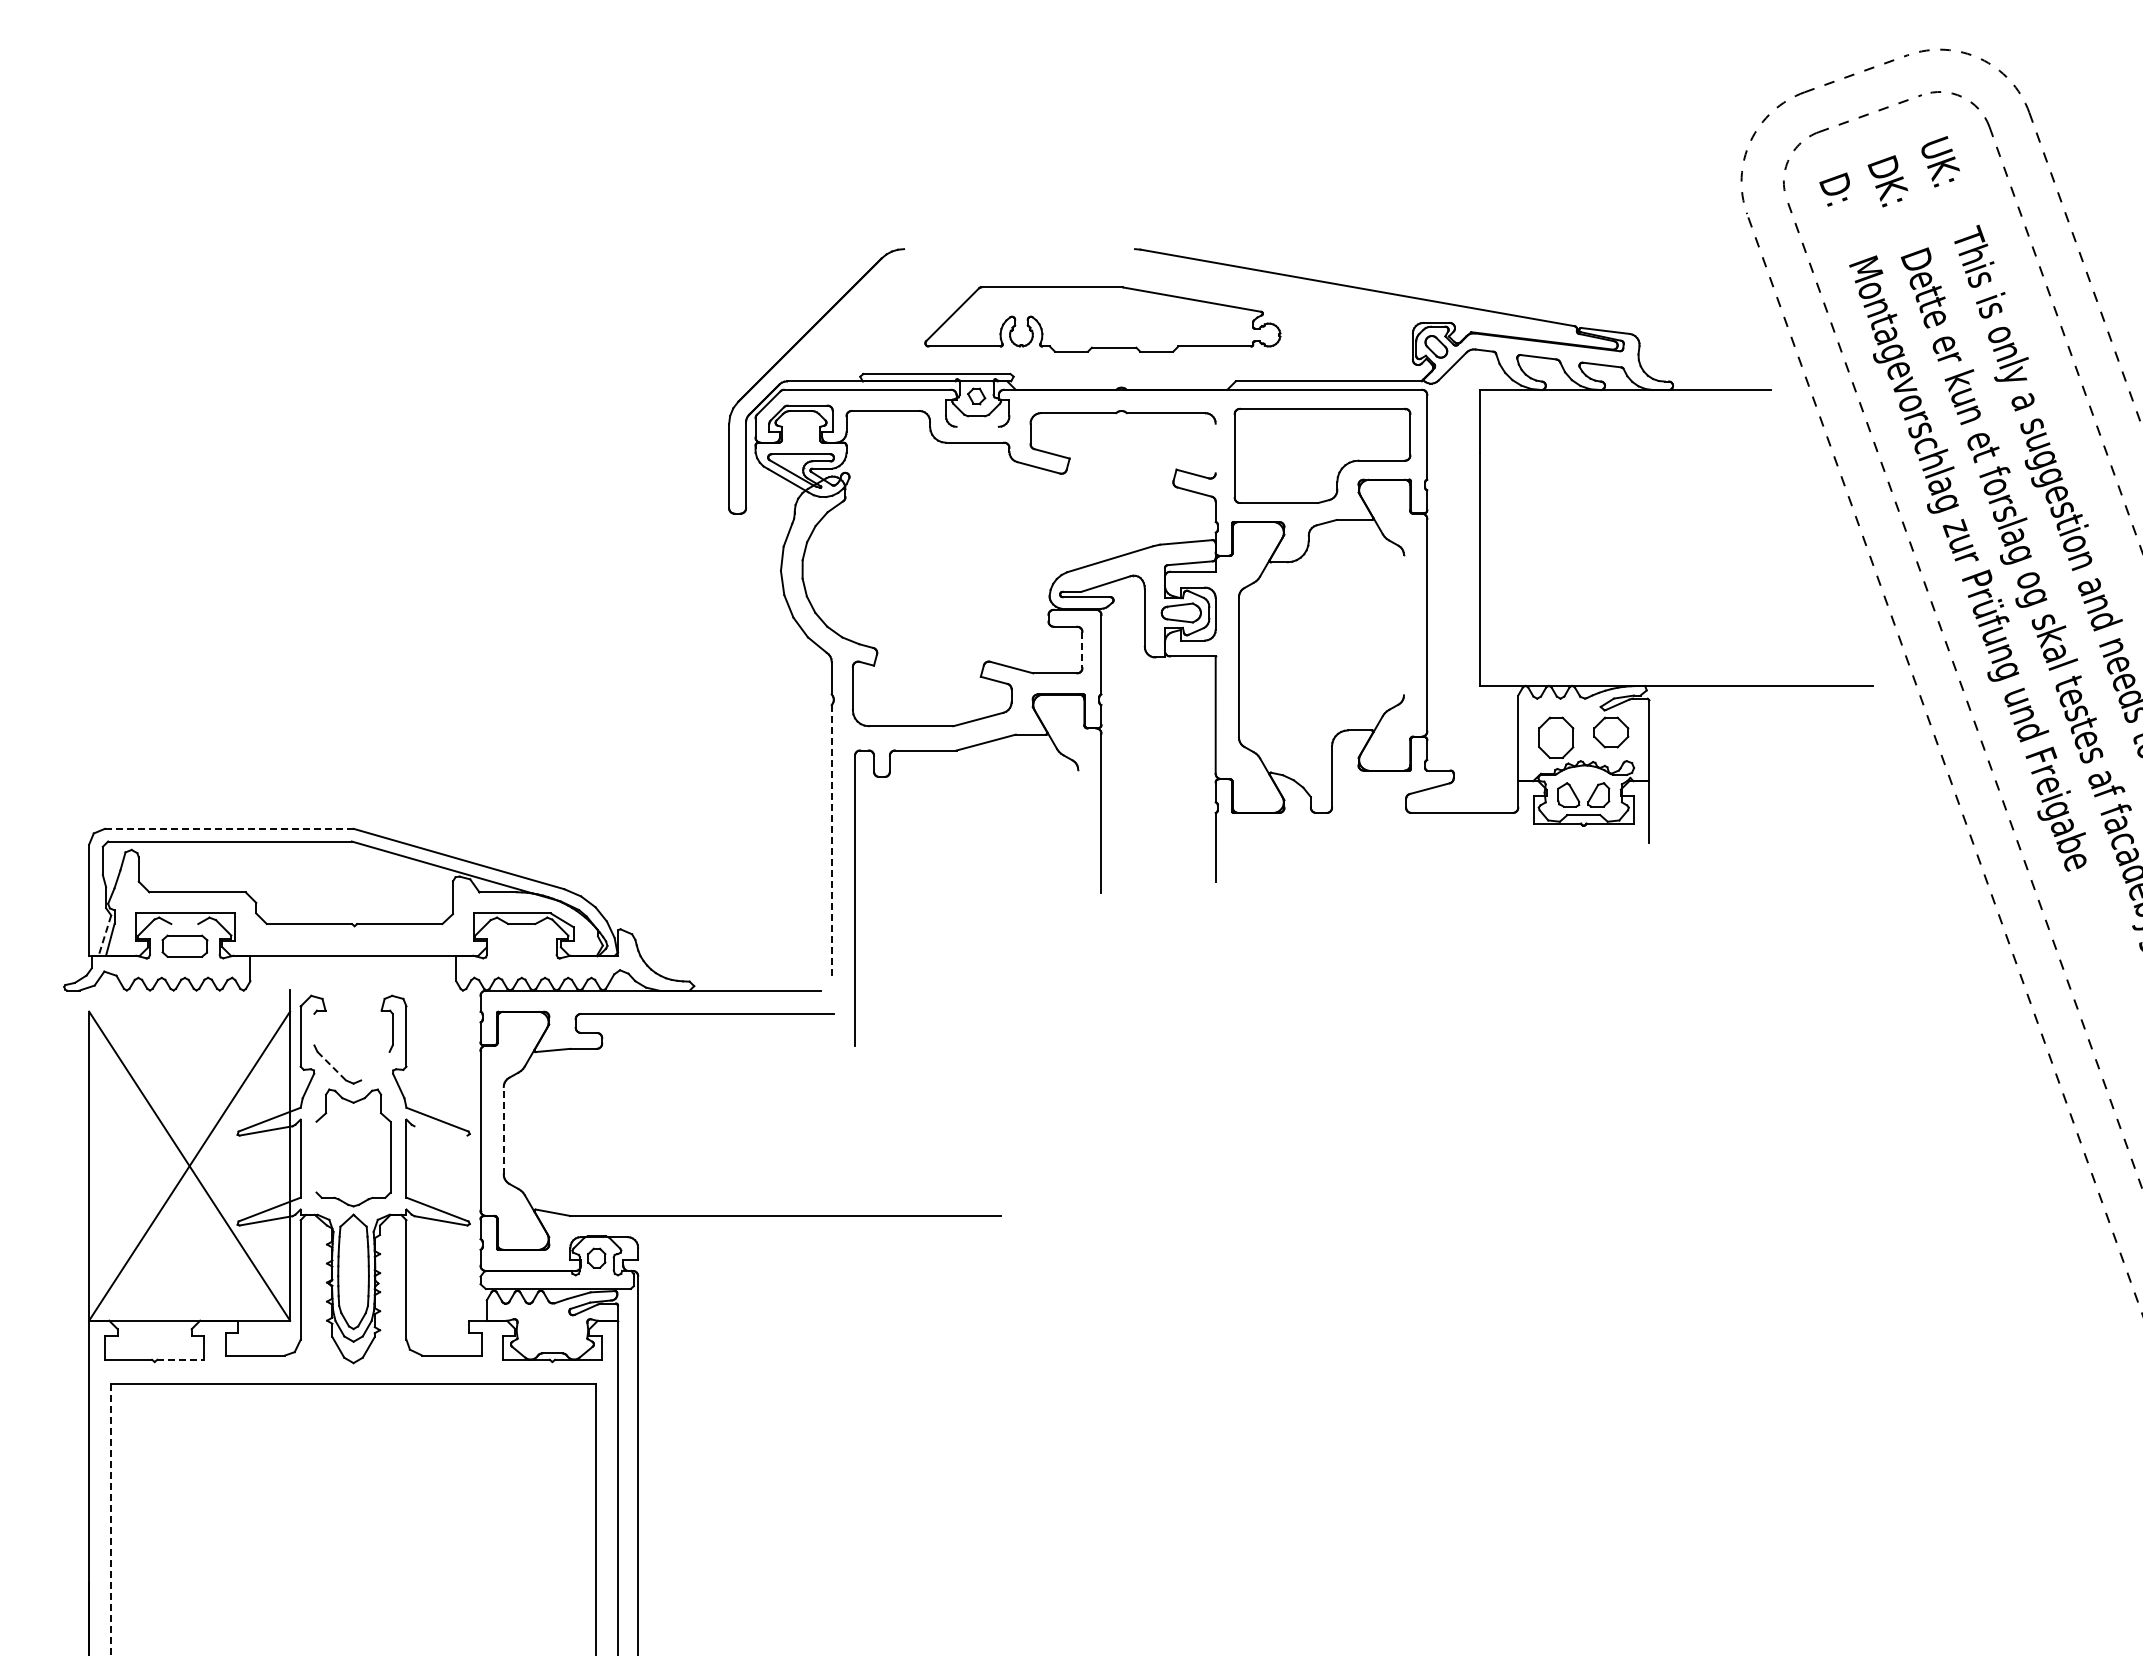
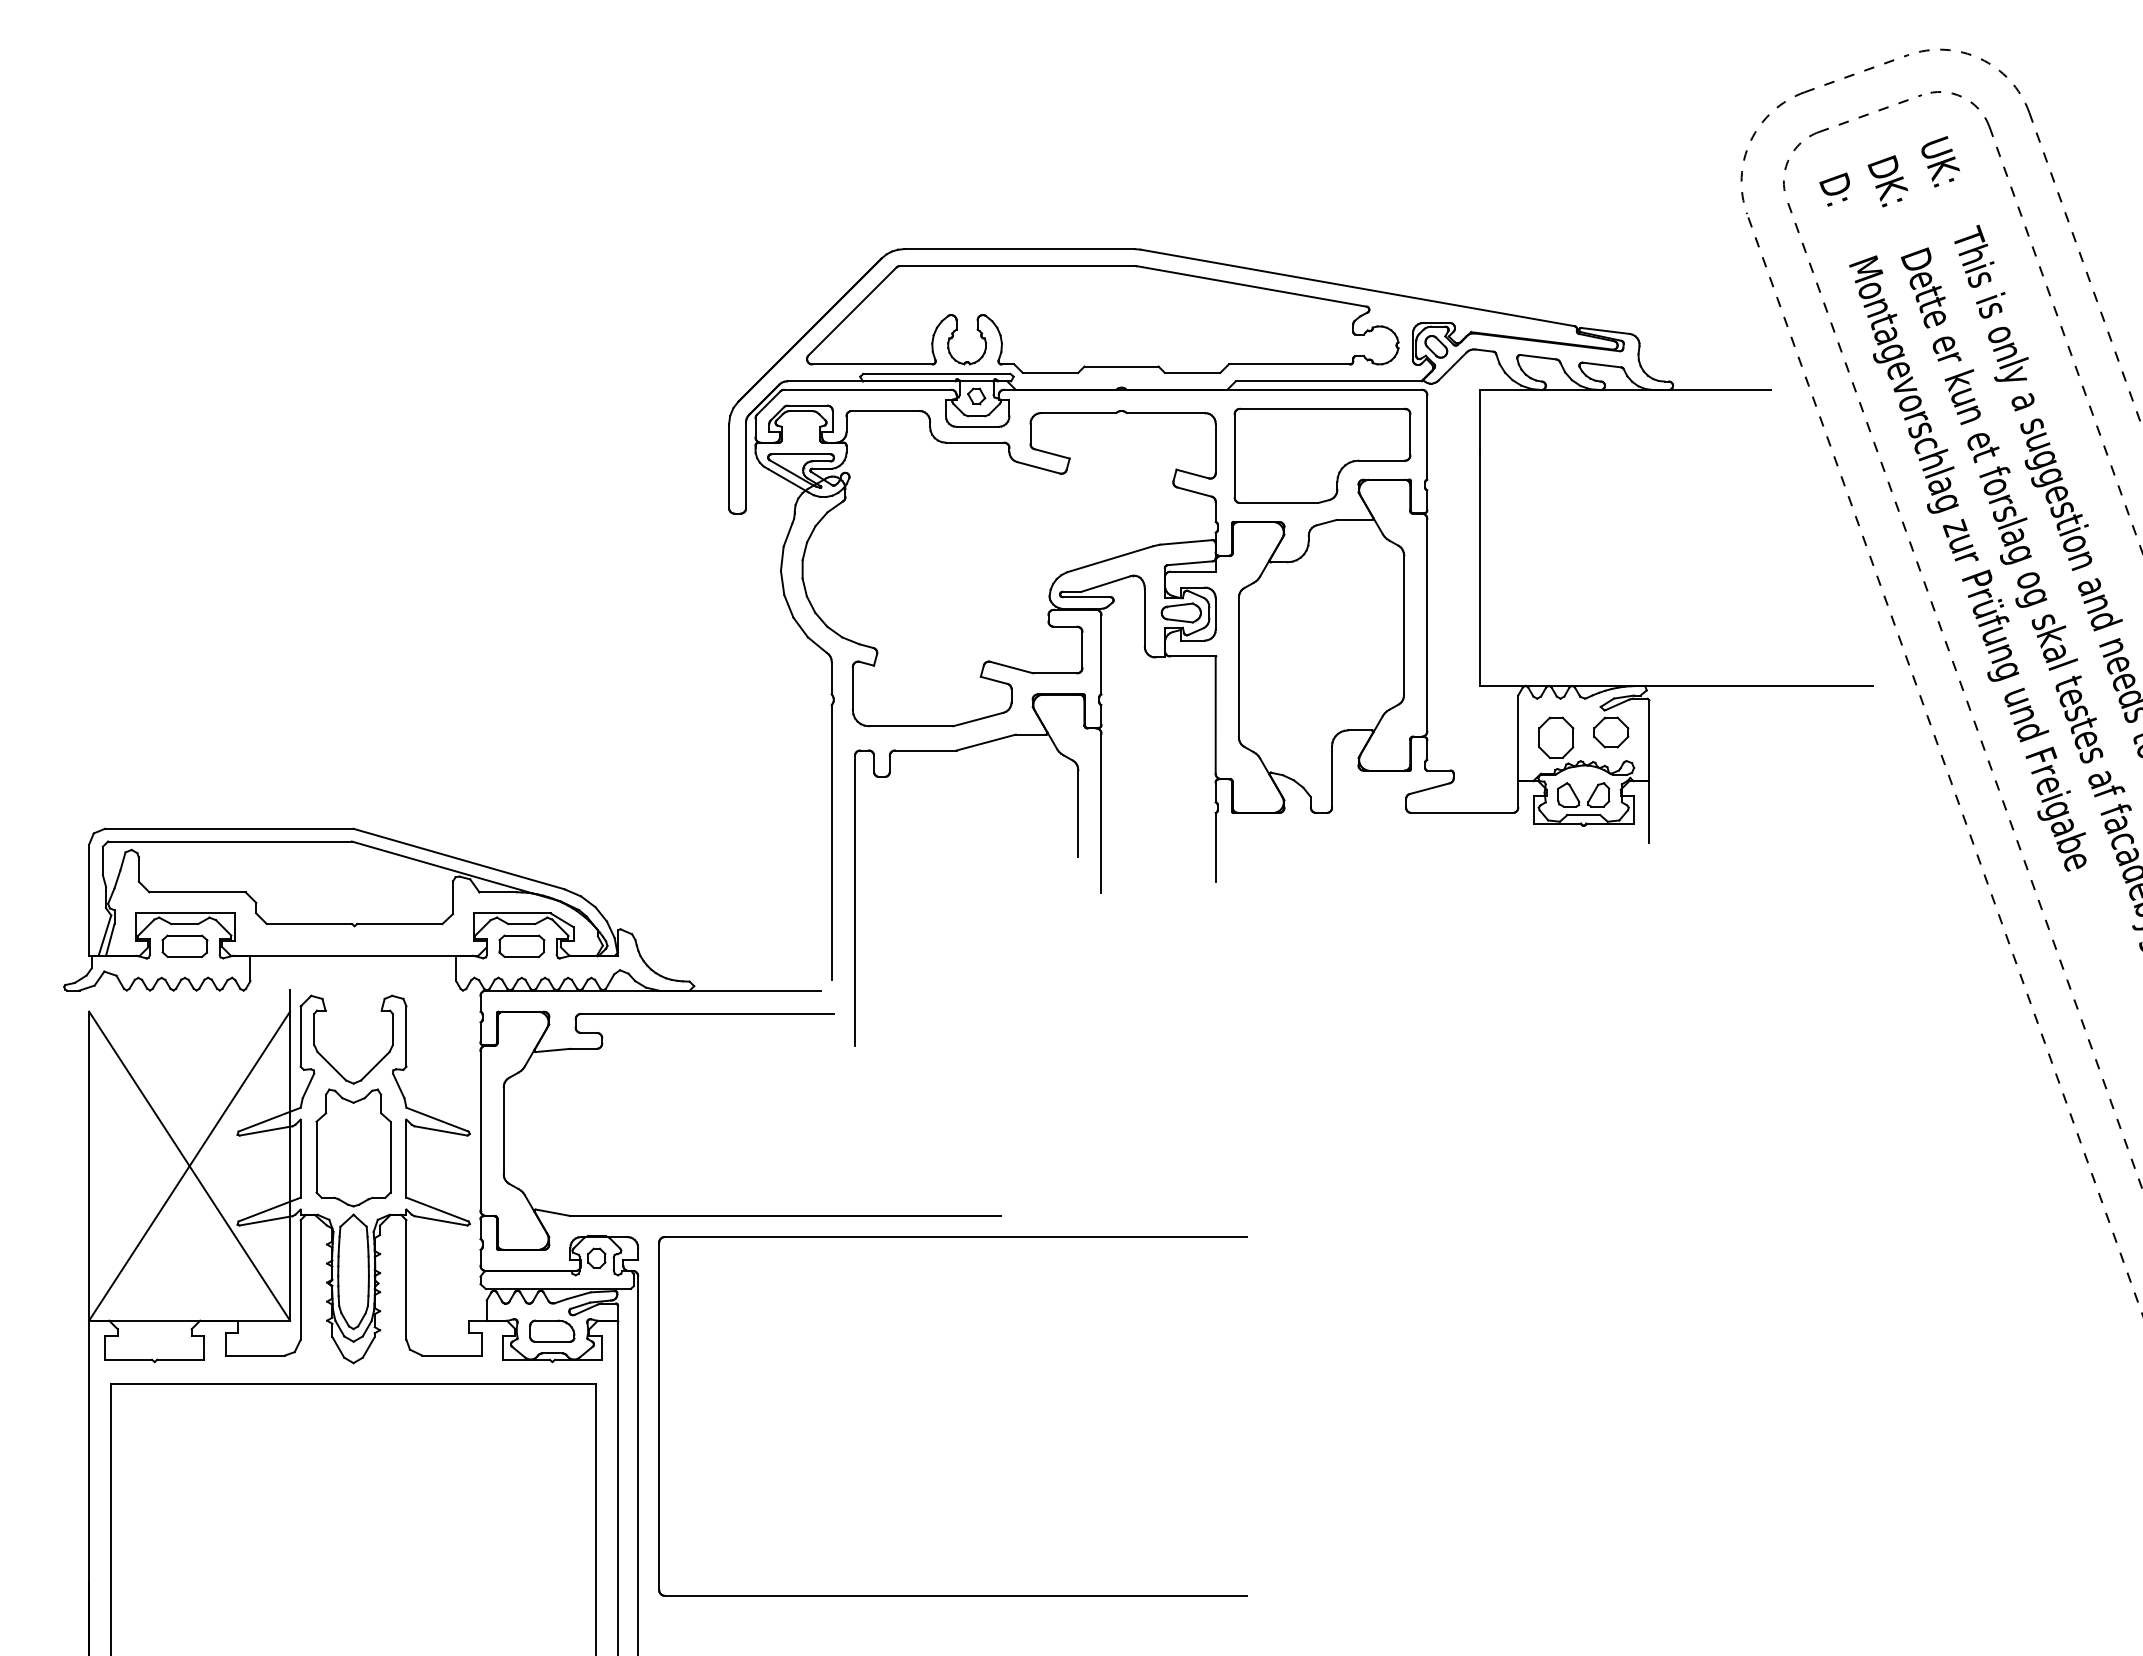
line at (1019, 249): none -> present
part at (1102, 319) size: 358x67 px -> 594x109 px
line at (977, 426): none -> present
line at (1215, 448): none -> present
line at (1403, 624): none -> present
line at (1082, 650): dashed -> solid
line at (1078, 813): none -> present
line at (229, 828): dashed -> solid
line at (831, 842): dashed -> solid
line at (184, 924): none -> present
line at (104, 936): dashed -> solid
part at (521, 945): none -> present
line at (314, 1029): none -> present
line at (375, 1065): none -> present
line at (332, 1066): dashed -> solid
line at (440, 1130): none -> present
line at (503, 1130): dashed -> solid
line at (316, 1156): none -> present
part at (952, 1237): none -> present
part at (552, 1330): none -> present
line at (180, 1359): dashed -> solid
line at (111, 1520): dashed -> solid
